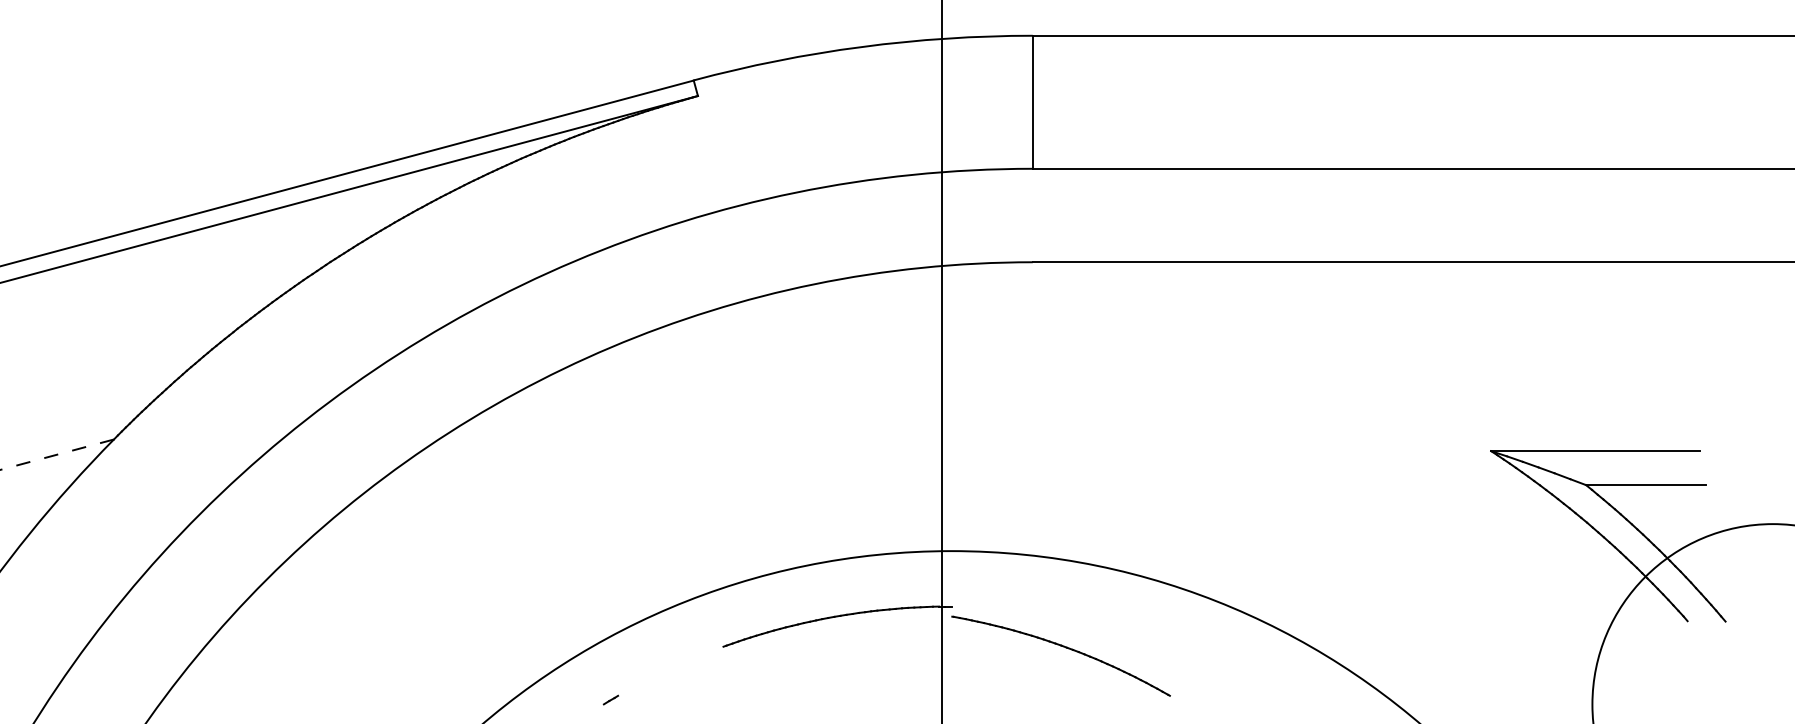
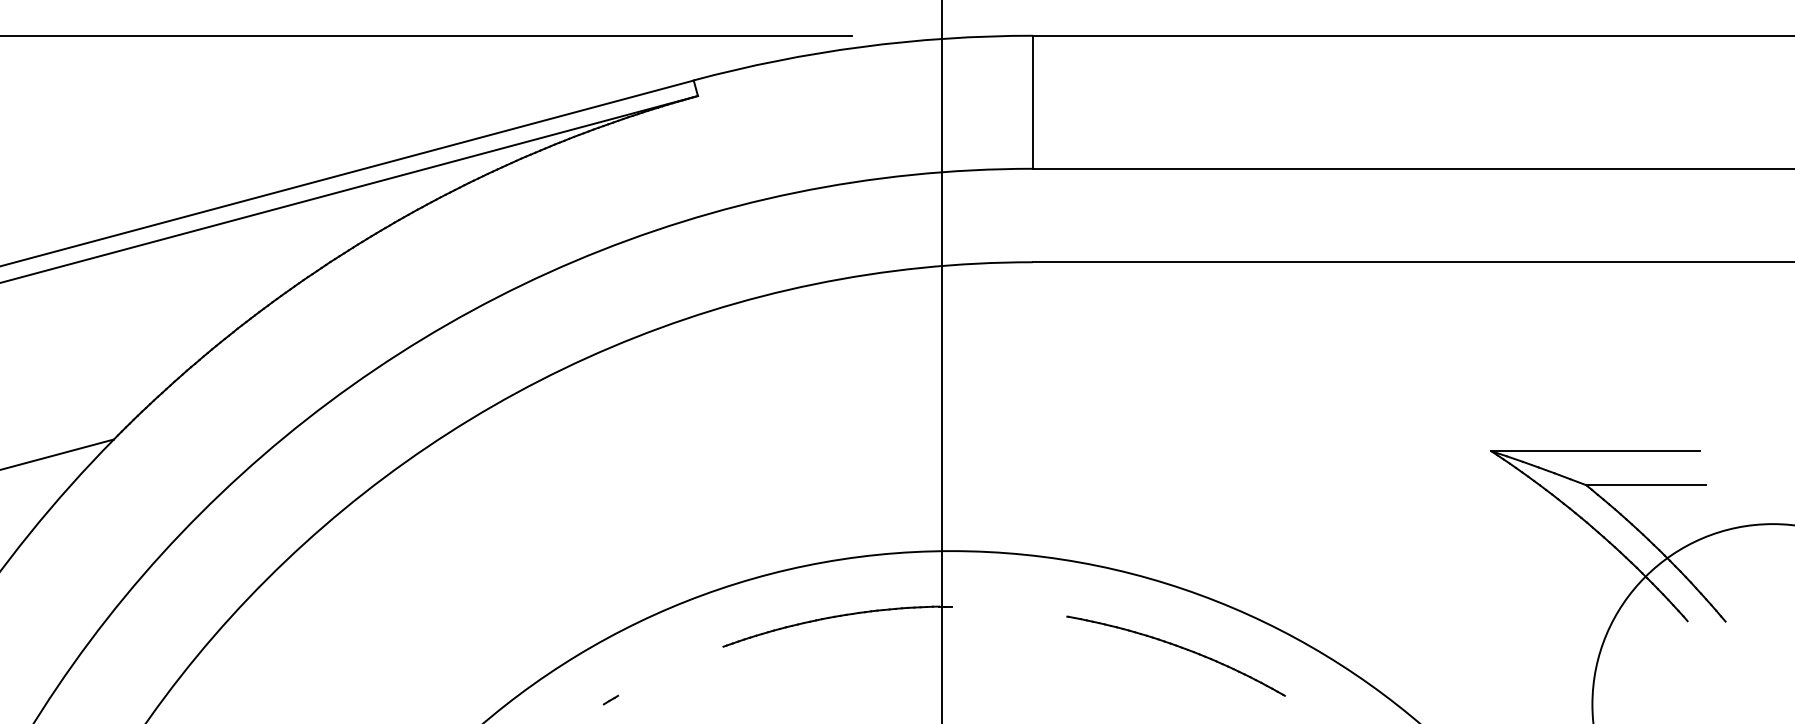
line at (427, 35): none -> present
line at (57, 454): dashed -> solid
part at (1063, 647) position: (1063, 647) -> (1178, 647)
